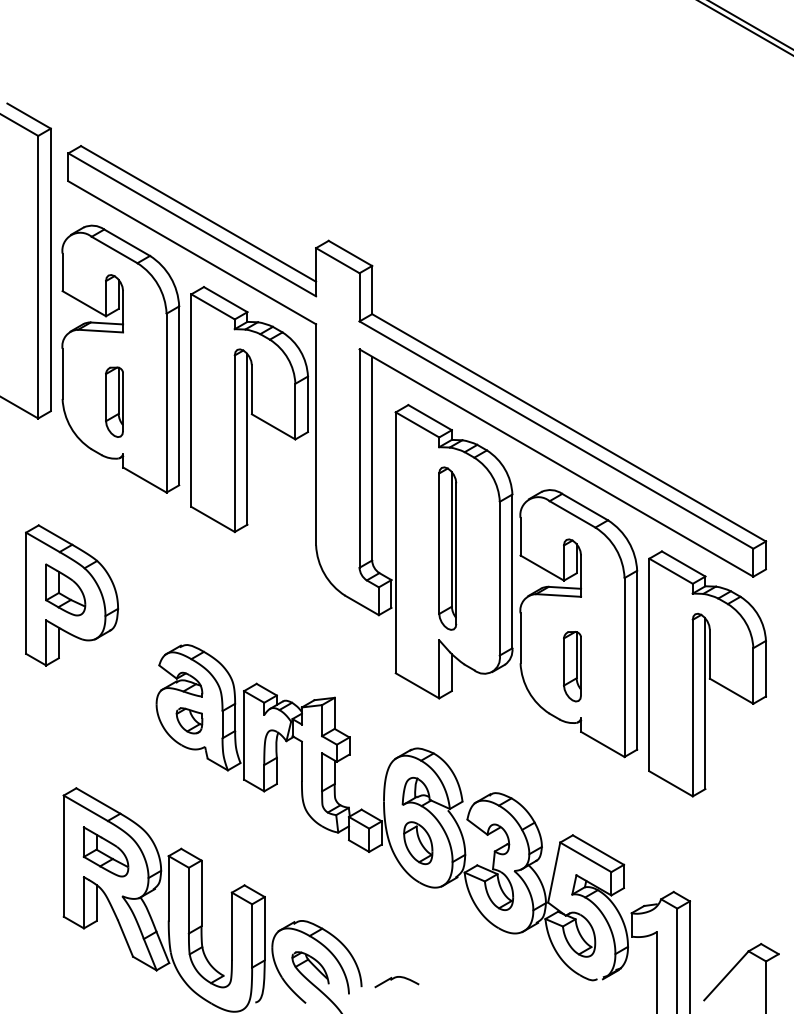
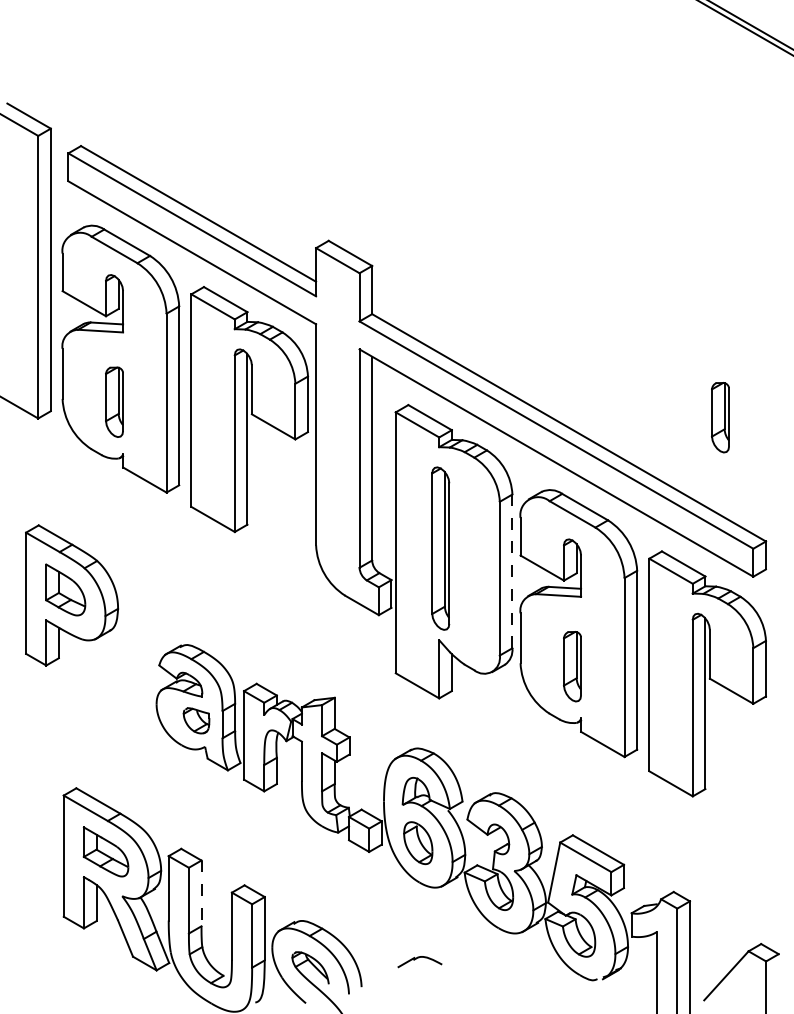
part at (720, 417): none -> present
part at (447, 548) position: (447, 548) -> (440, 548)
line at (512, 571): solid -> dashed
part at (189, 720) position: (189, 720) -> (196, 720)
line at (201, 893): solid -> dashed
part at (396, 982) position: (396, 982) -> (419, 962)
